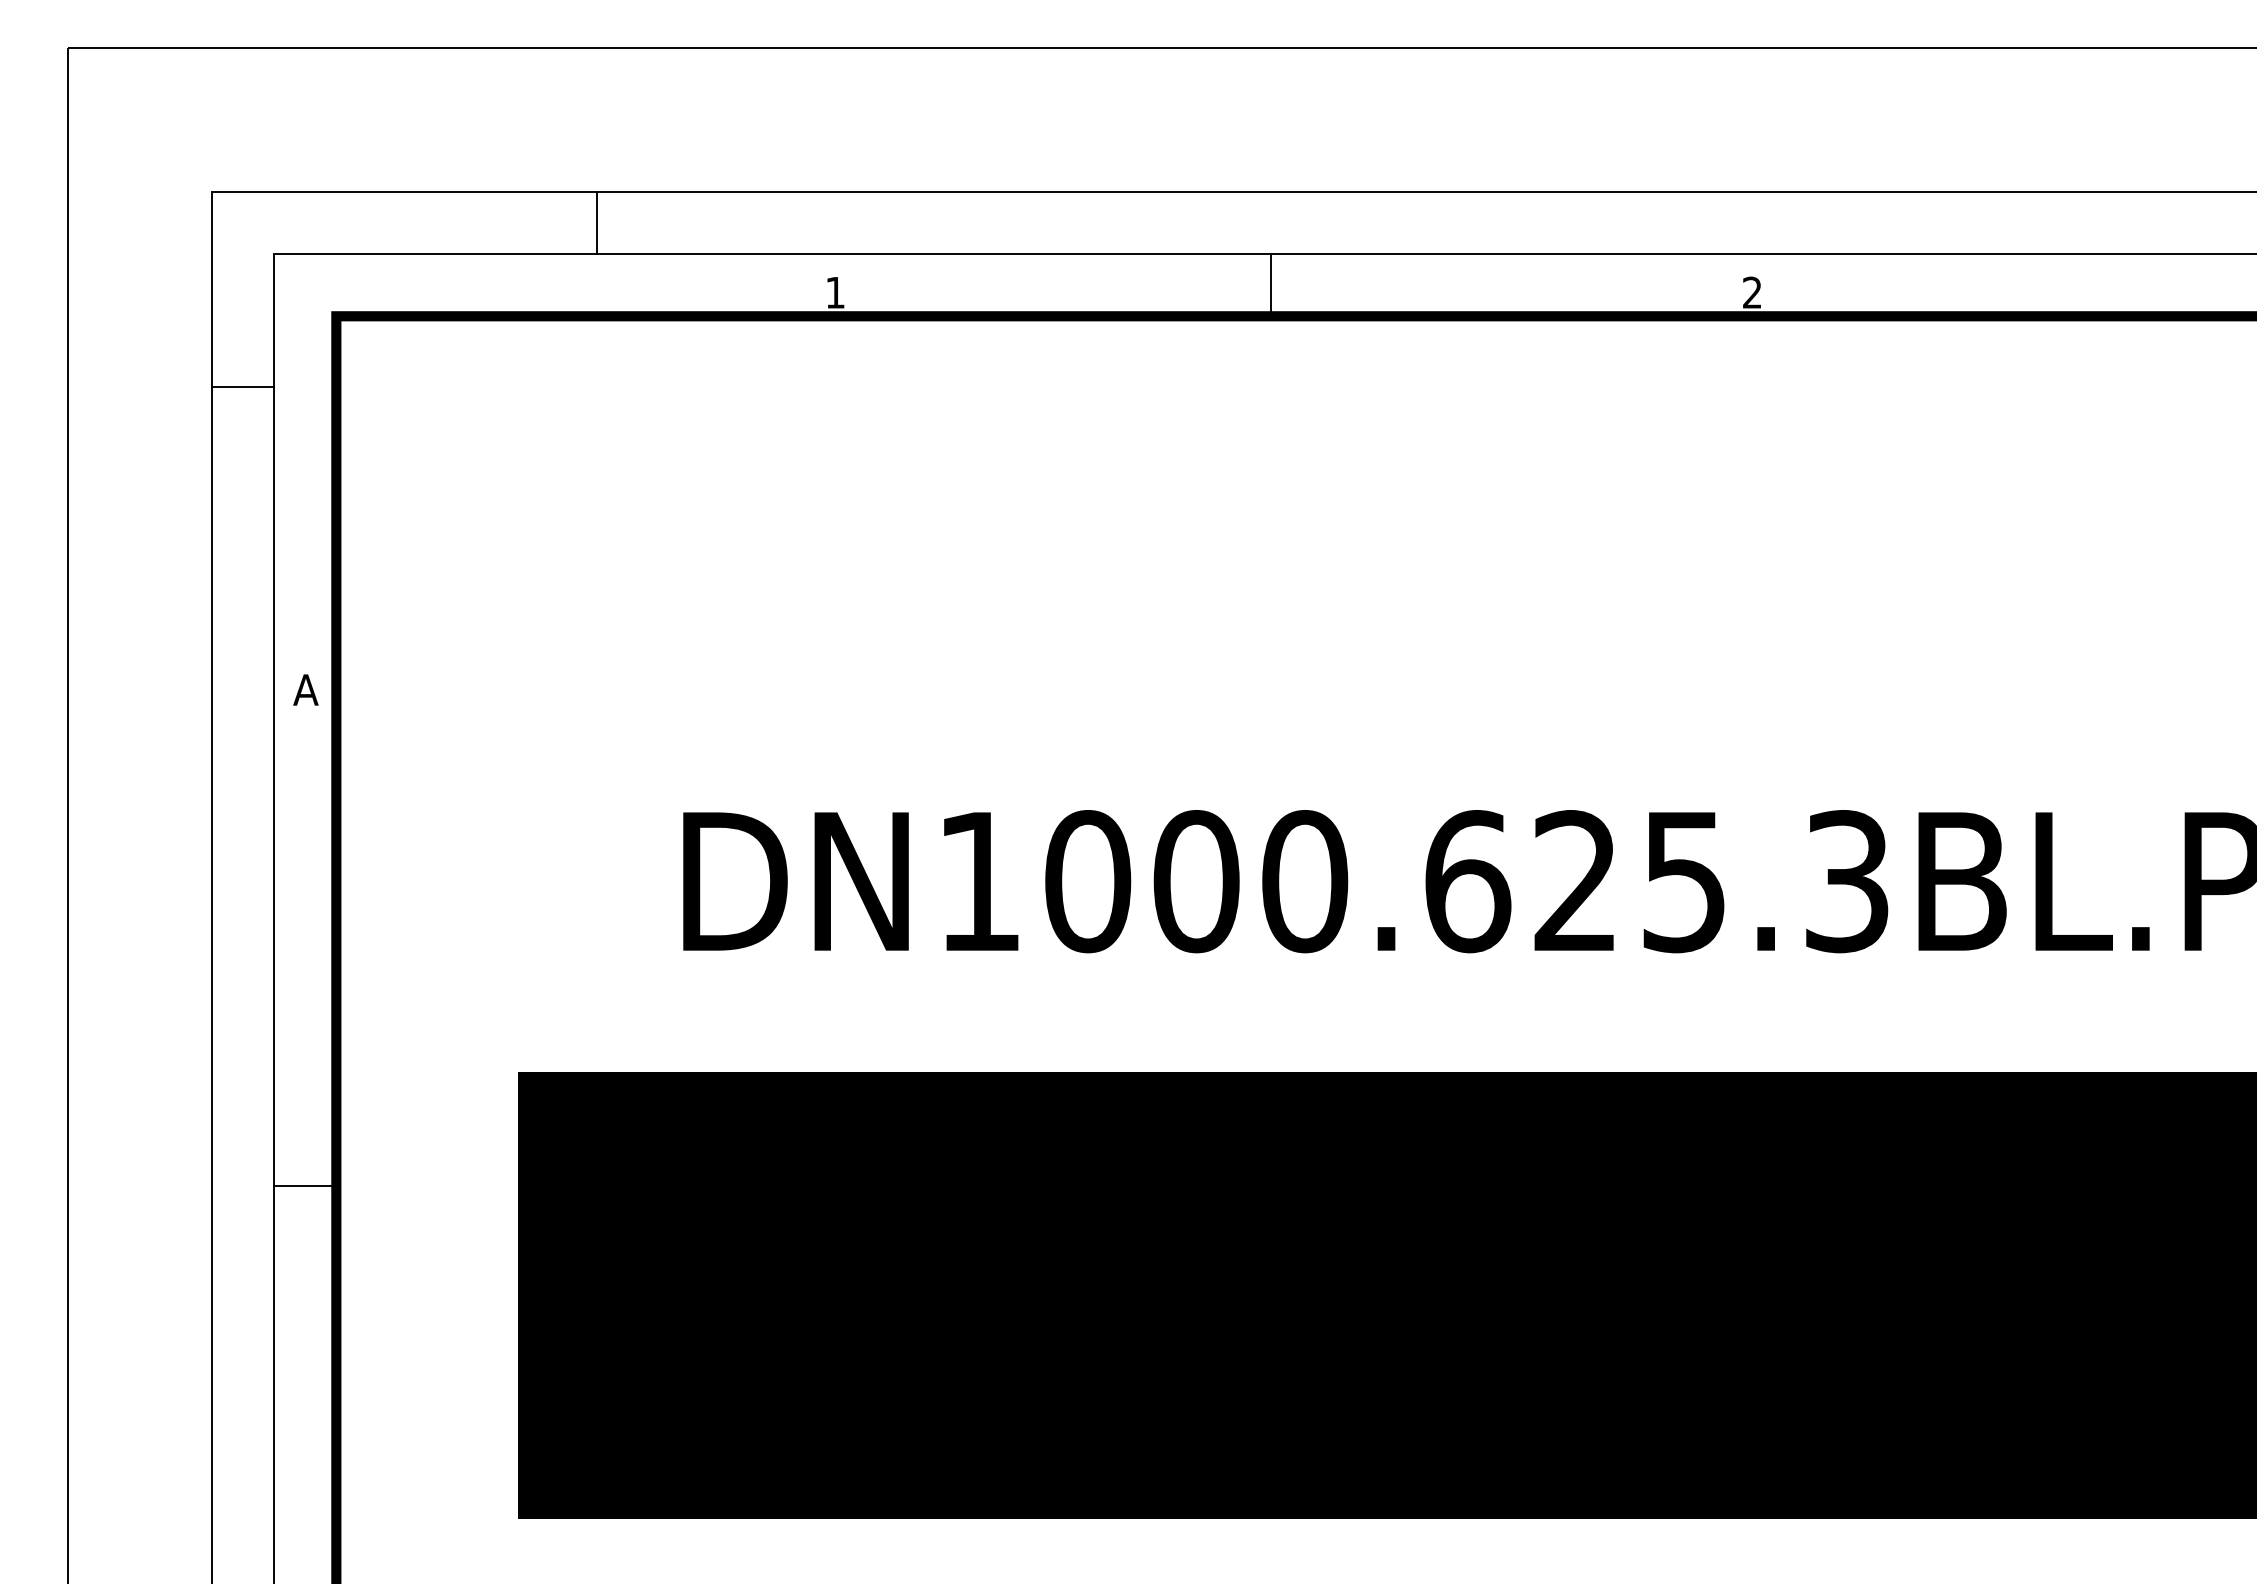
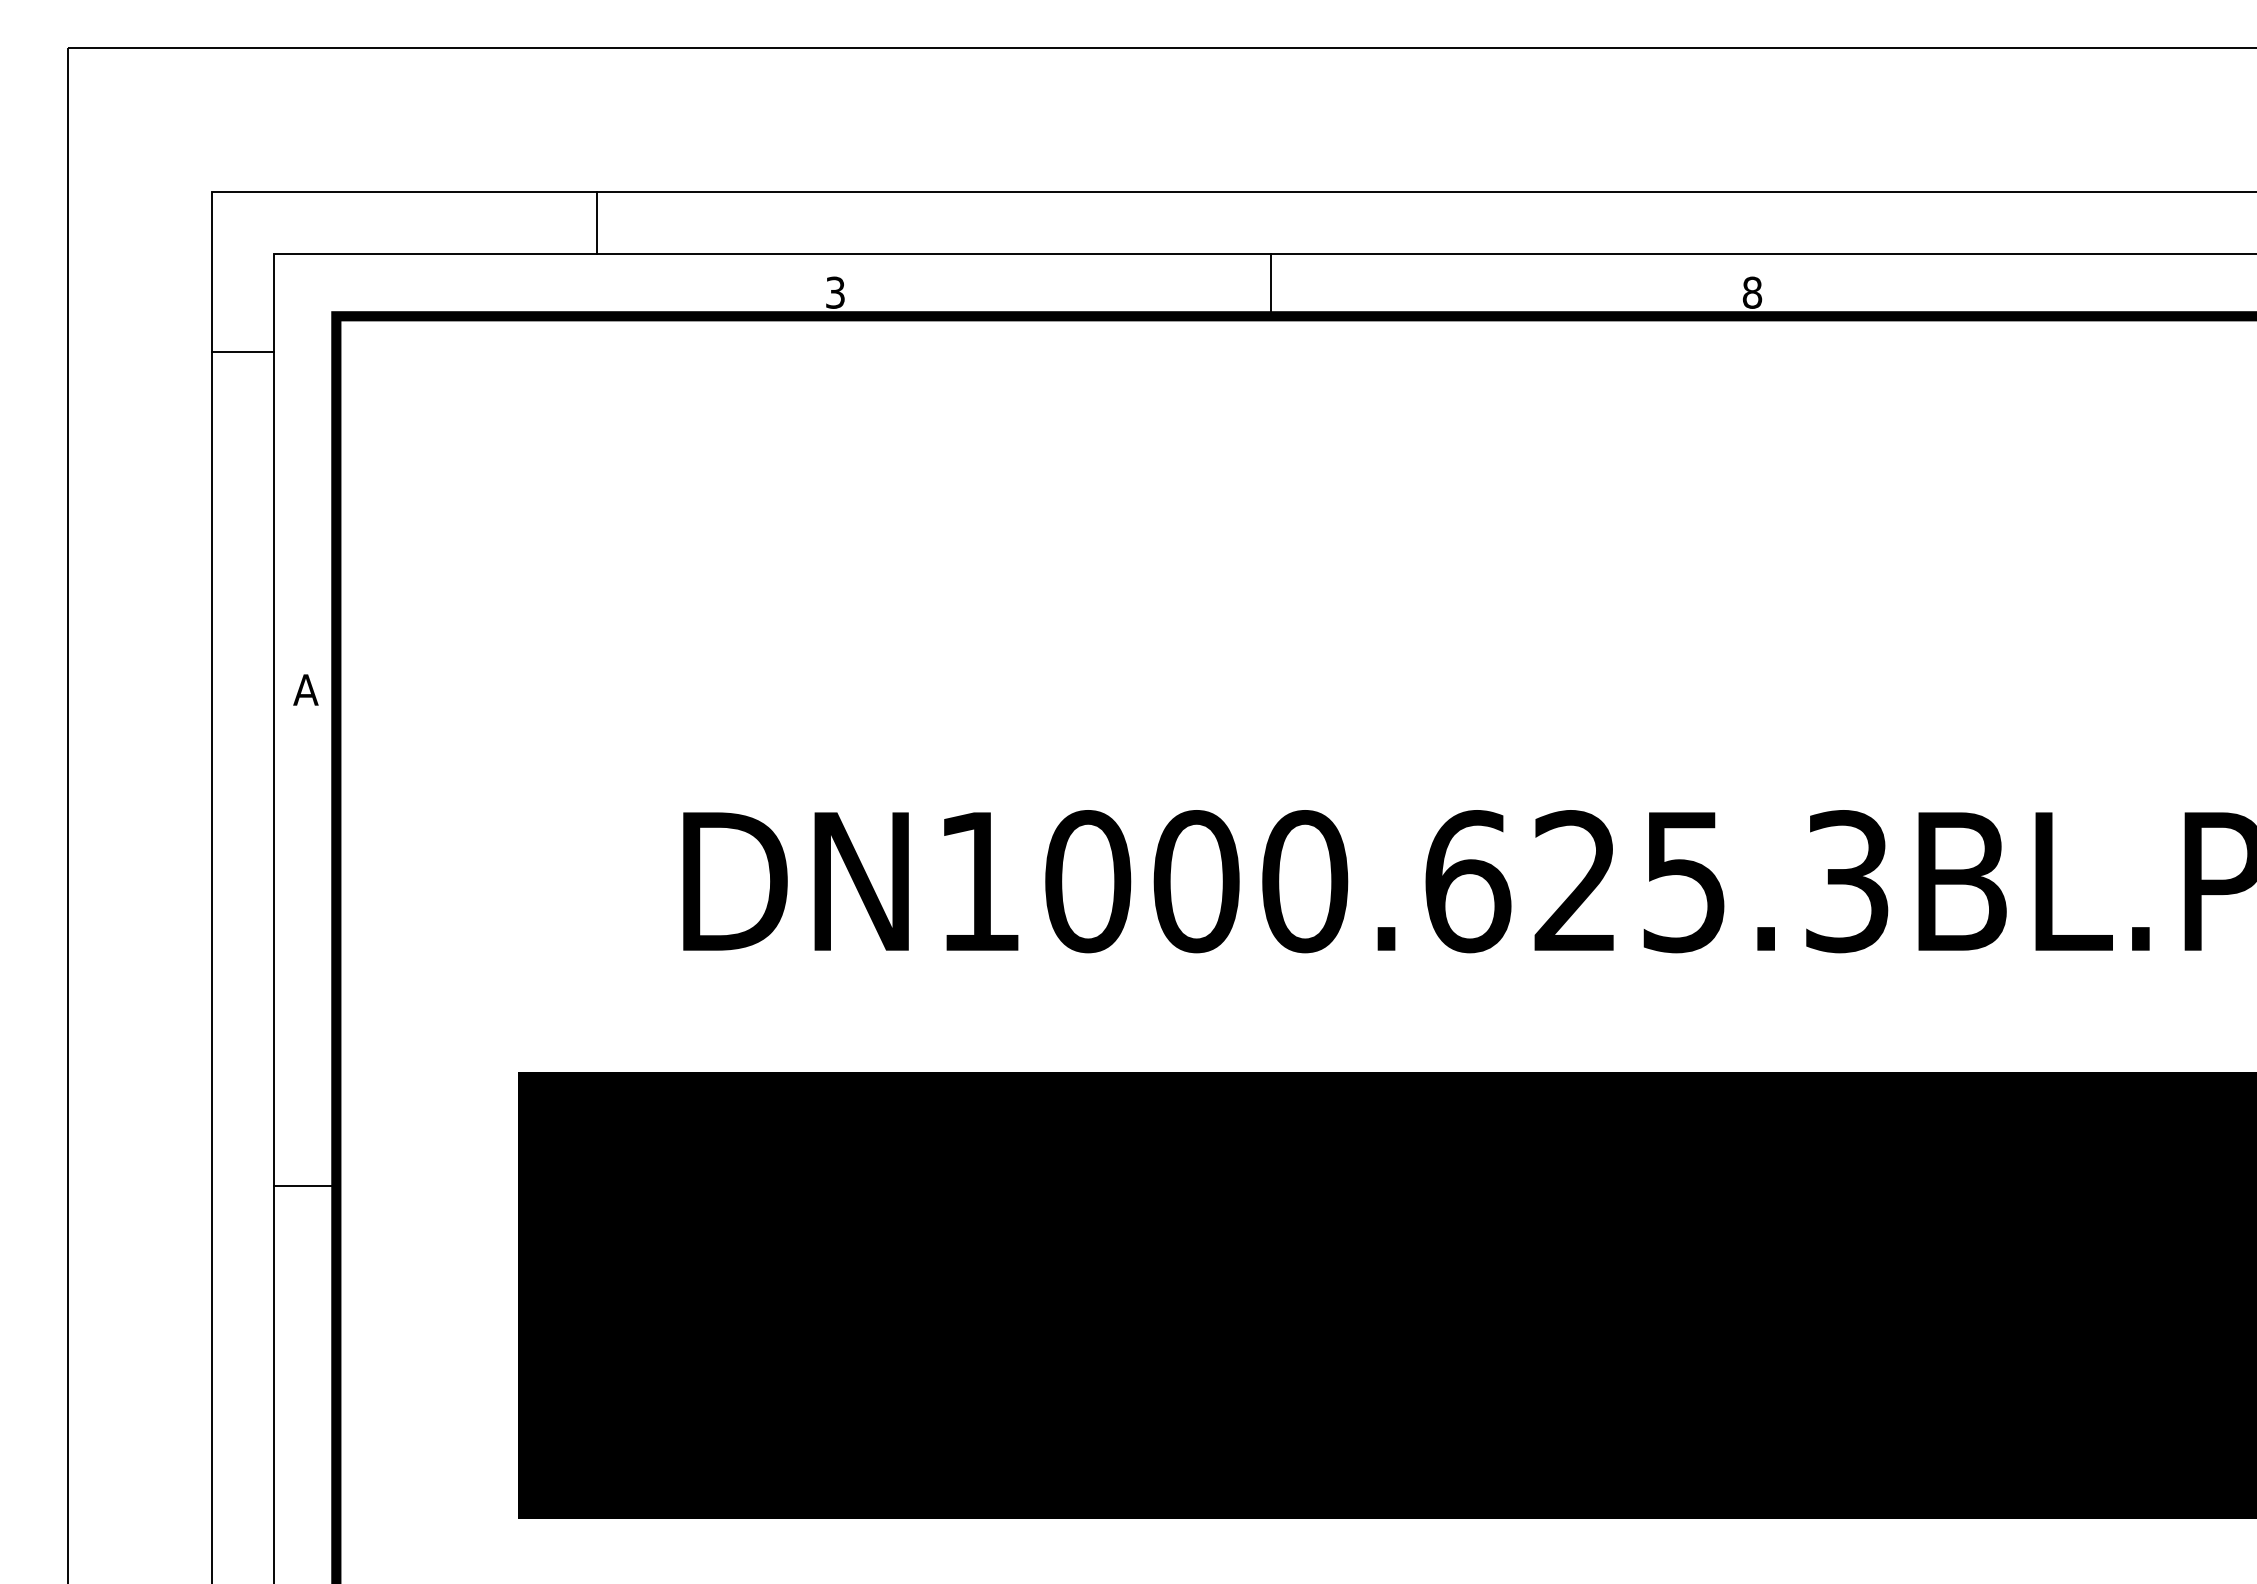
text at (835, 292): 1 -> 3
text at (1752, 292): 2 -> 8
line at (243, 387) position: (243, 387) -> (243, 352)
